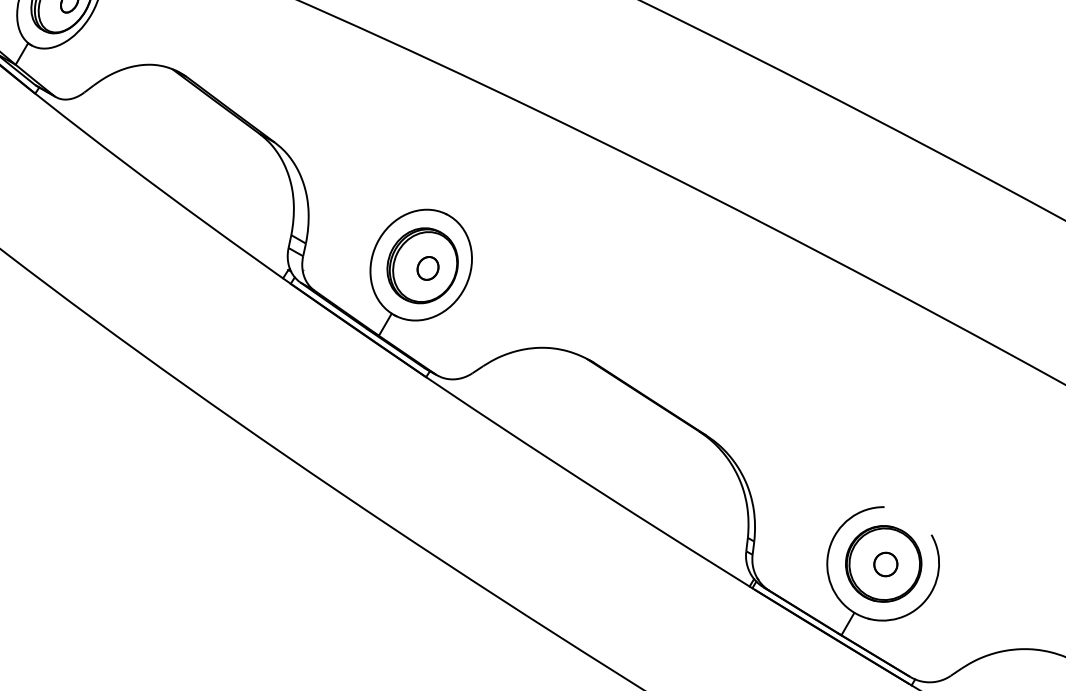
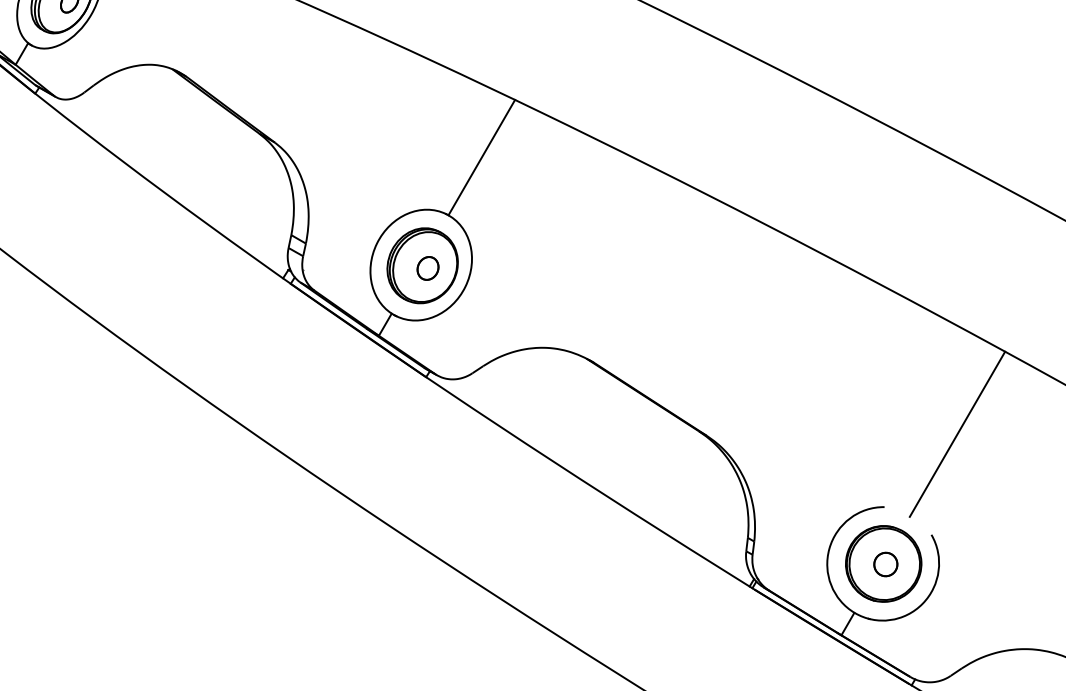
line at (481, 157): none -> present
line at (957, 433): none -> present
